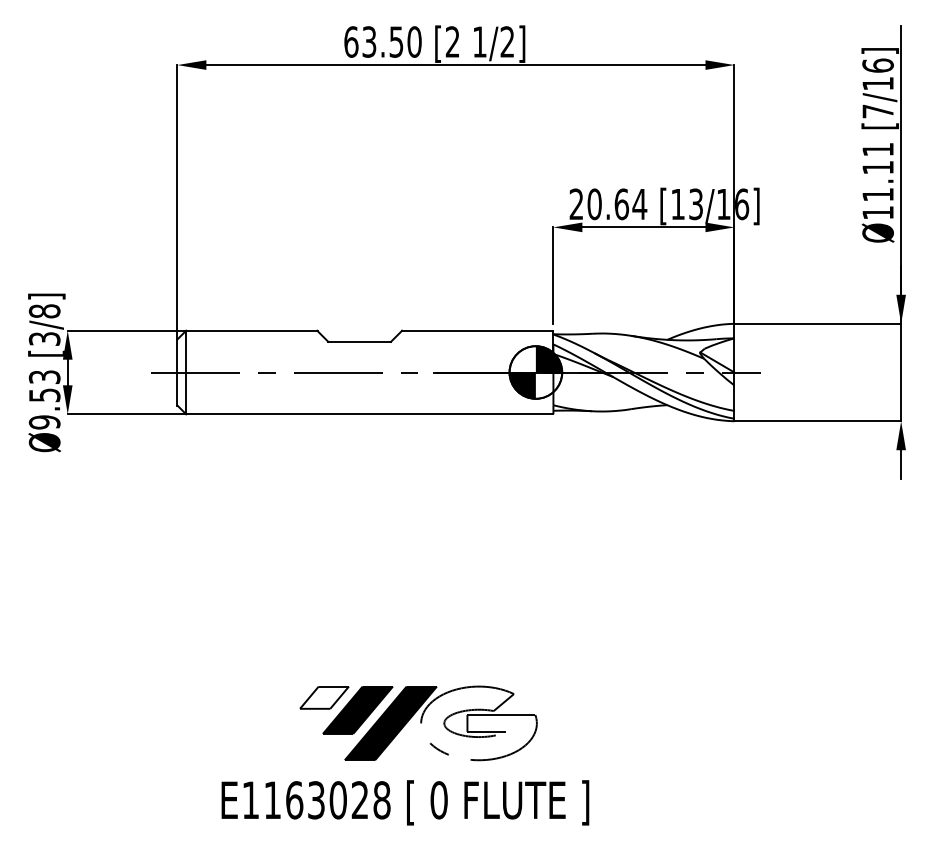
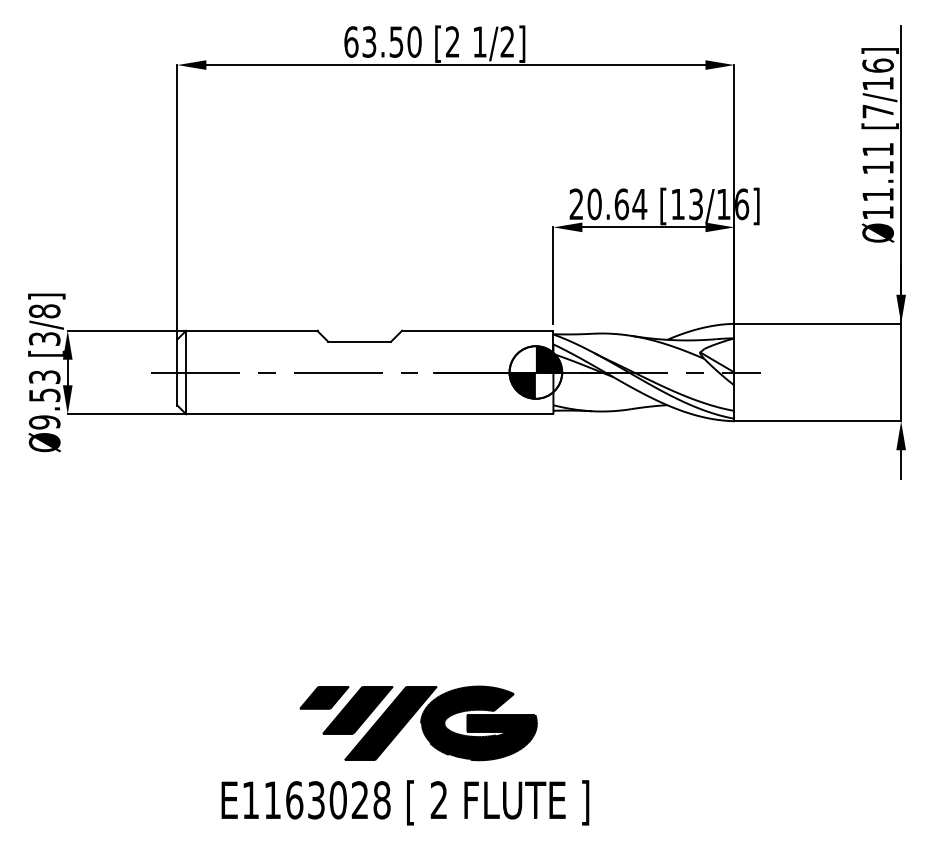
fill at (324, 697): none -> present
fill at (478, 723): none -> present
text at (438, 800): 0 -> 2
